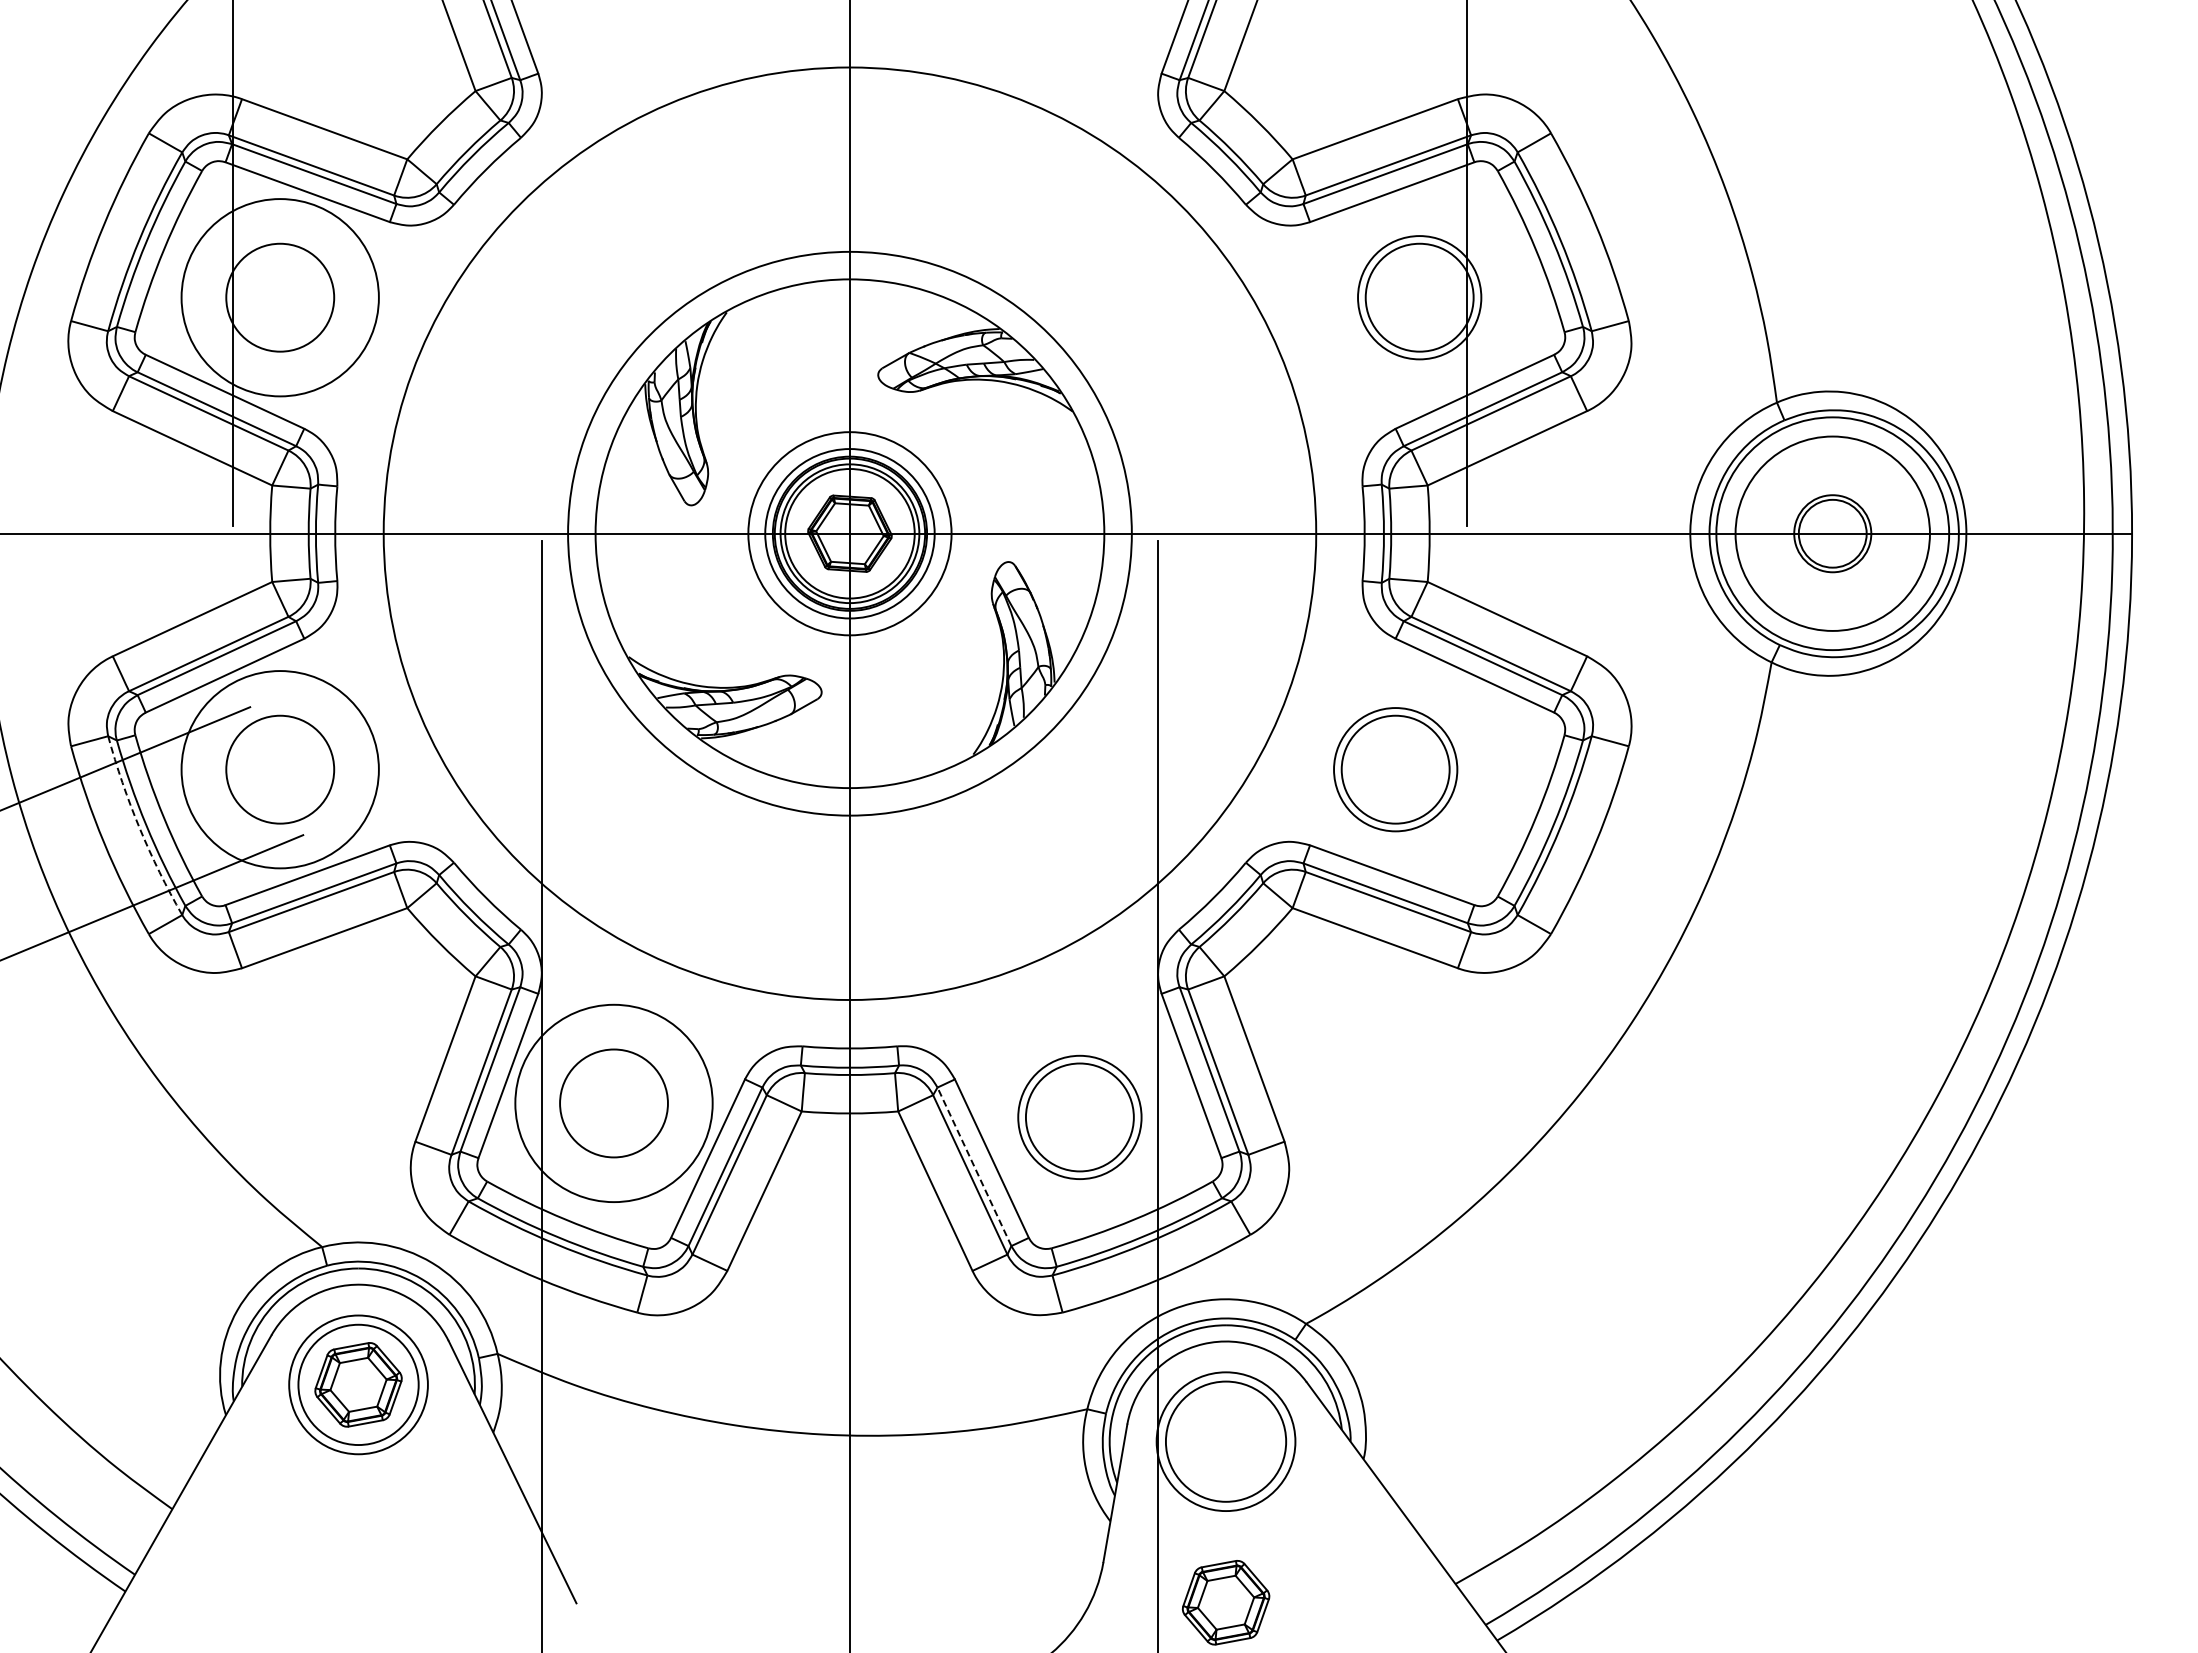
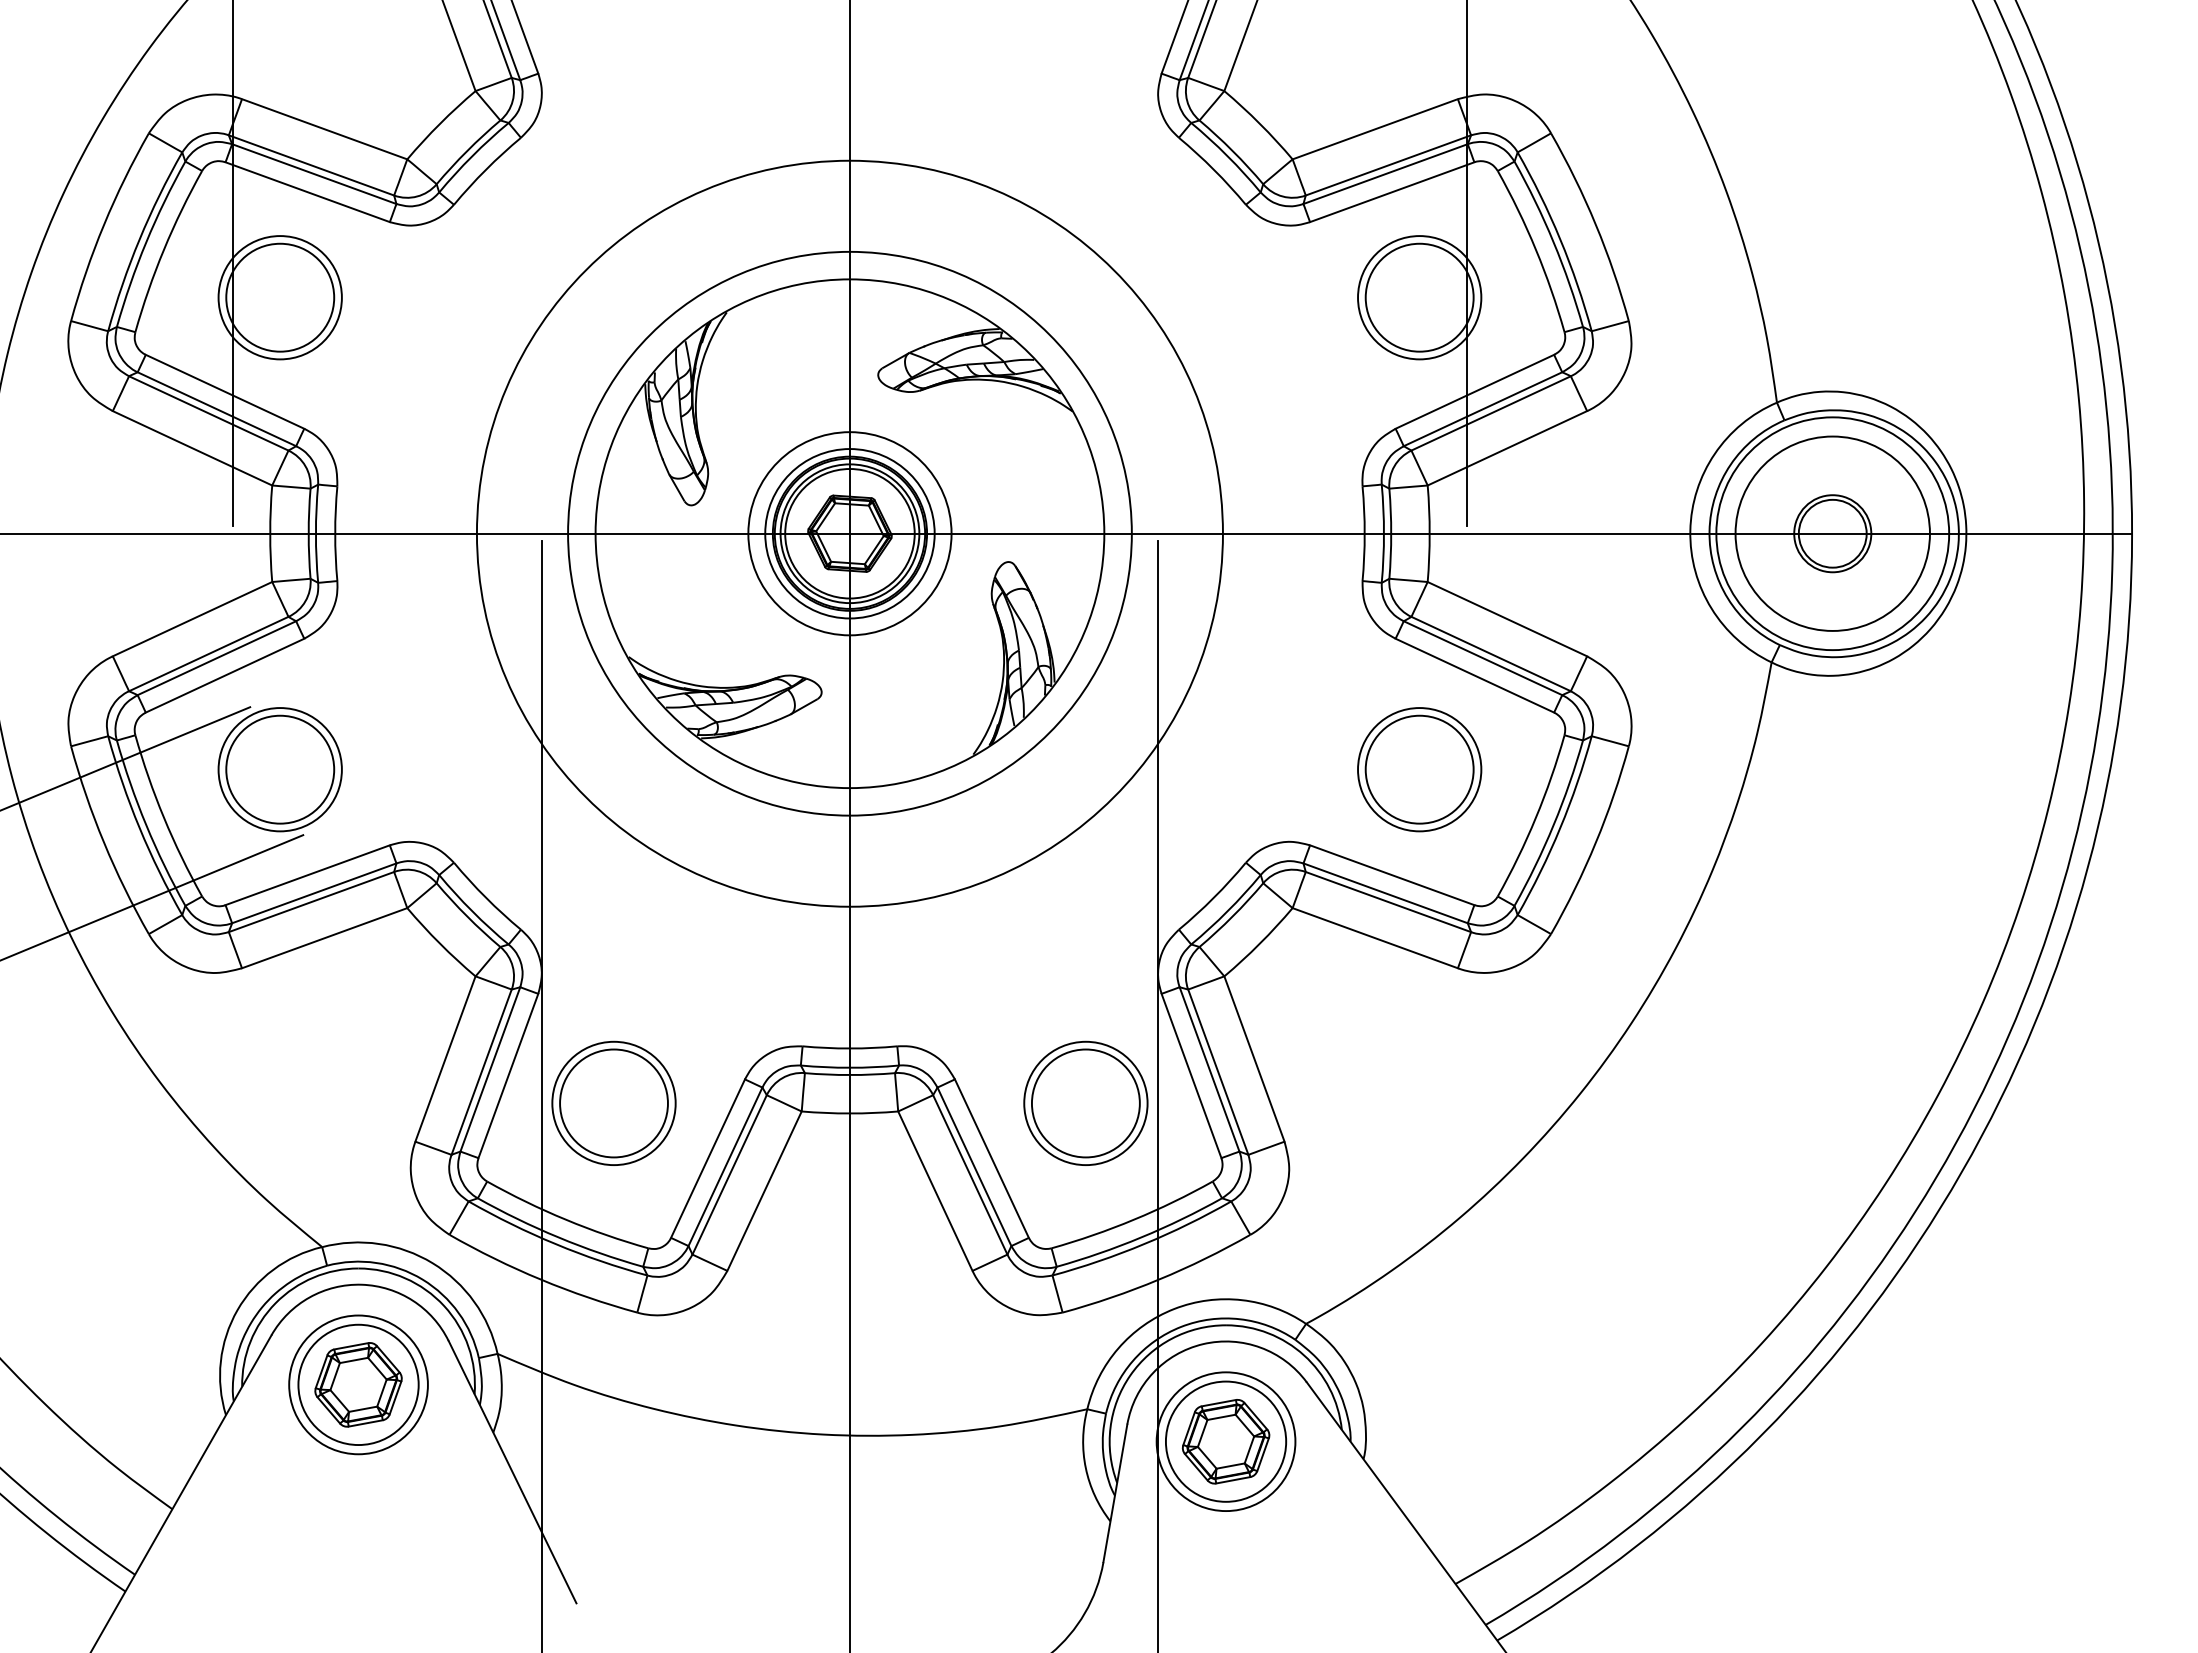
circle at (279, 297) diameter: 197 px -> 123 px
circle at (849, 533) diameter: 933 px -> 746 px
circle at (279, 769) diameter: 197 px -> 123 px
part at (1395, 769) position: (1395, 769) -> (1419, 769)
arc at (139, 828): dashed -> solid
circle at (613, 1103) diameter: 197 px -> 123 px
part at (1079, 1116) position: (1079, 1116) -> (1085, 1102)
line at (974, 1166): dashed -> solid
part at (1225, 1602) position: (1225, 1602) -> (1225, 1441)
